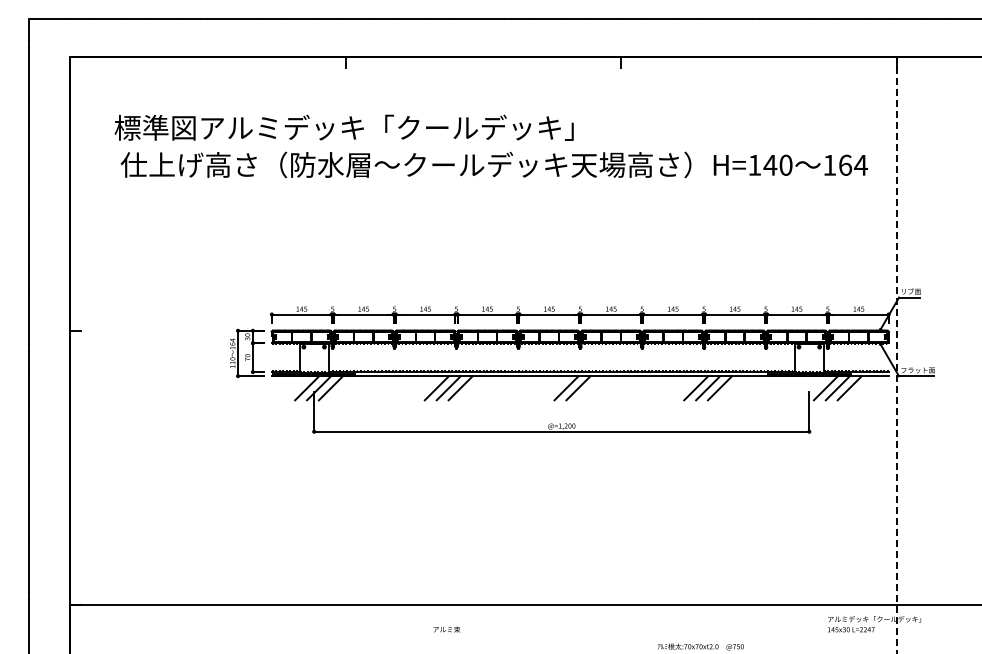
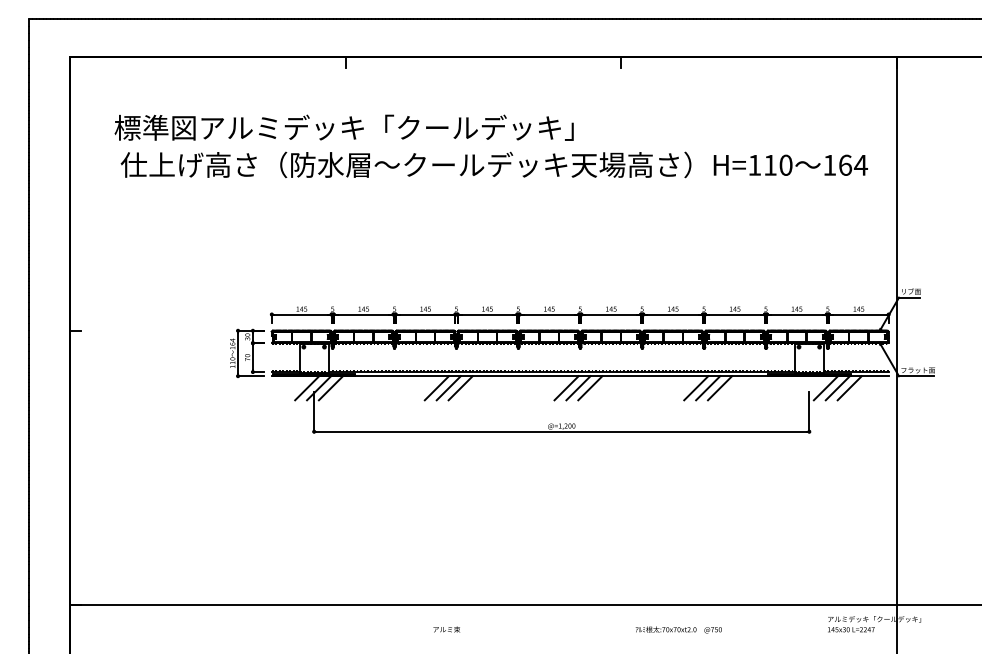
text at (770, 165): H=140 -> H=110
line at (896, 355): dashed -> solid
line at (590, 388): none -> present
text at (700, 646) position: (700, 646) -> (678, 629)
